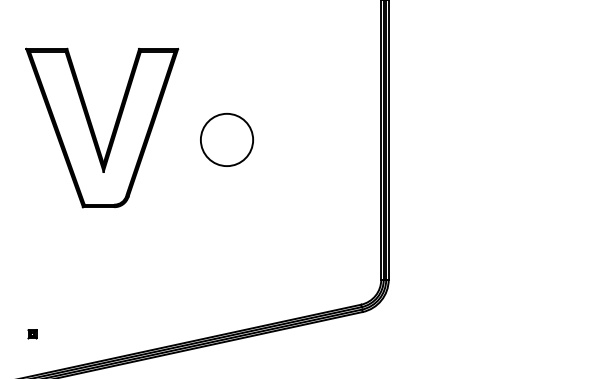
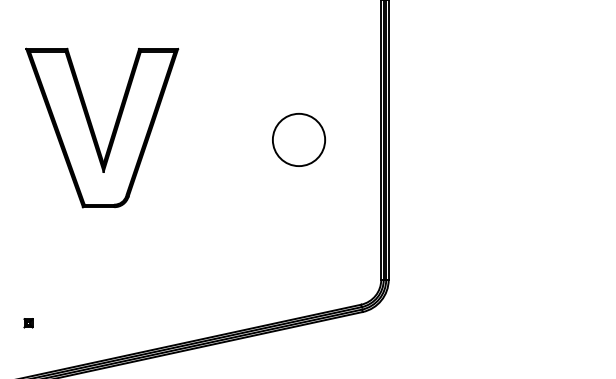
circle at (226, 139) position: (226, 139) -> (298, 139)
part at (32, 334) position: (32, 334) -> (28, 323)
